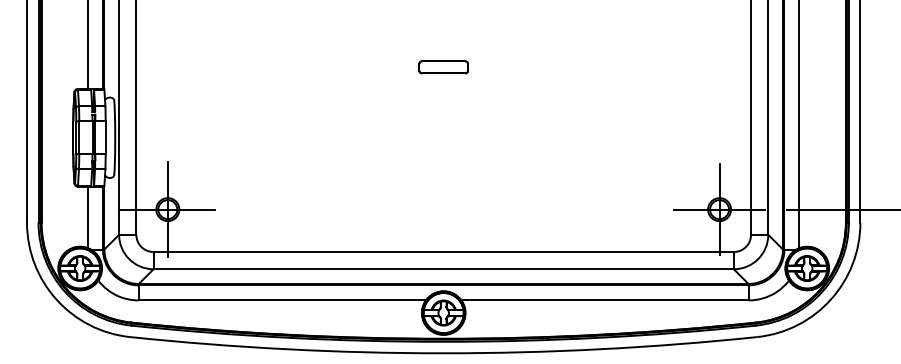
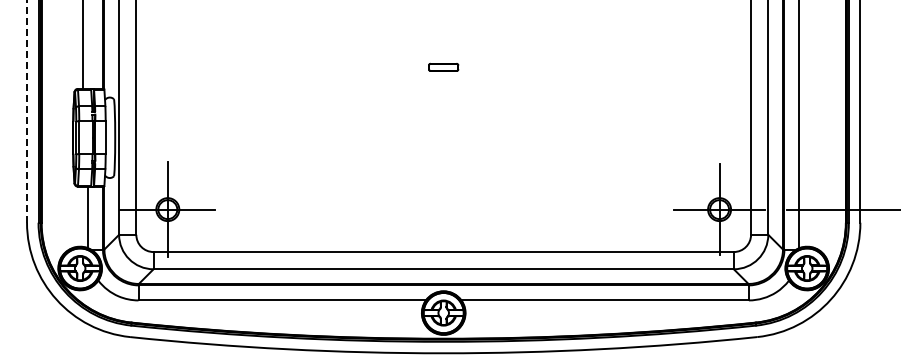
line at (87, 45) position: (87, 45) -> (82, 45)
part at (443, 67) size: 51x15 px -> 32x10 px
line at (27, 111): solid -> dashed
